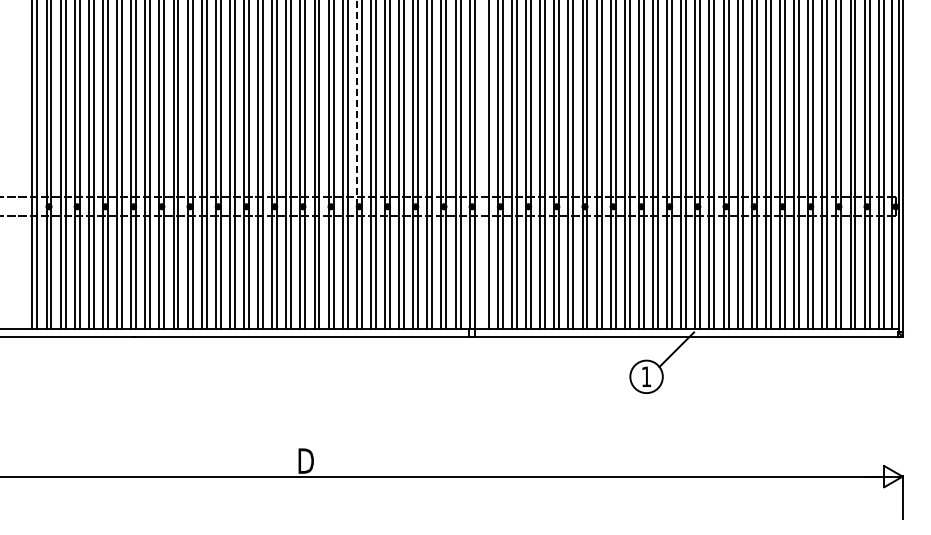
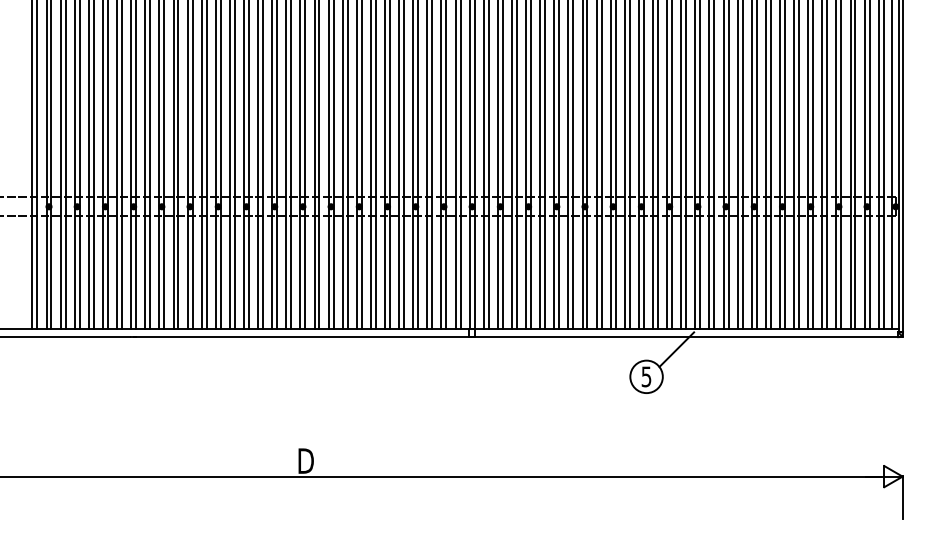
line at (356, 103): dashed -> solid
line at (483, 165): none -> present
text at (646, 376): 1 -> 5
